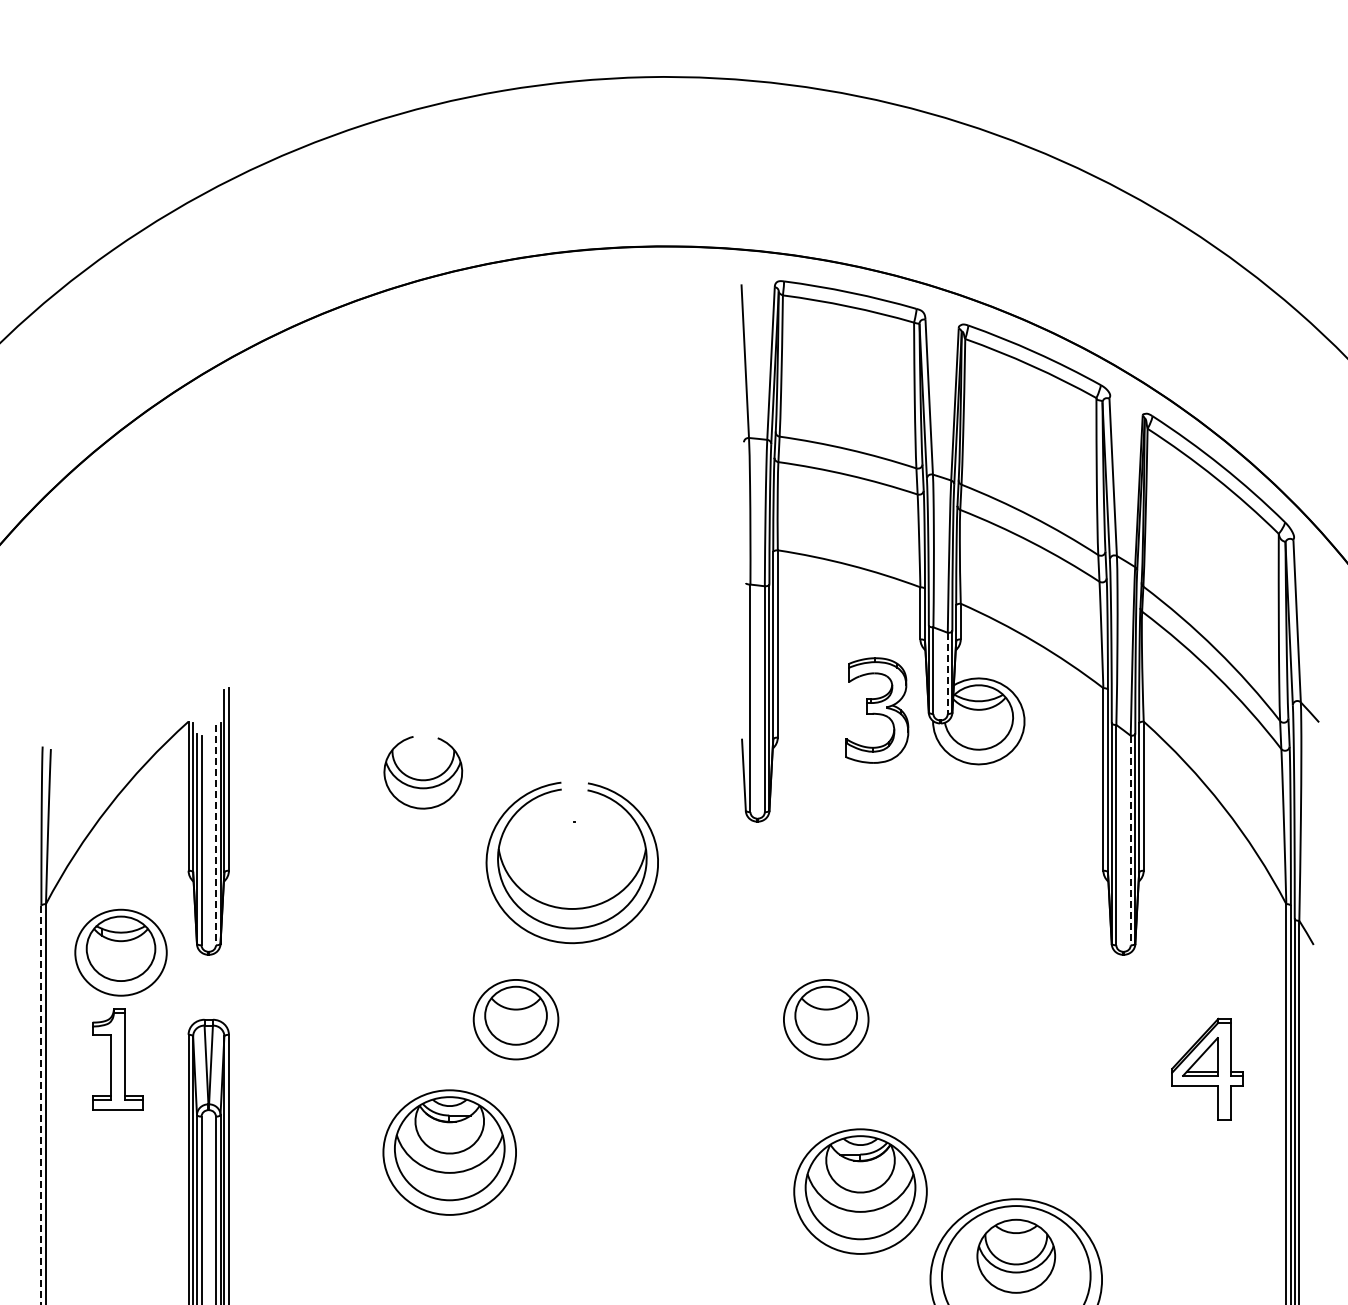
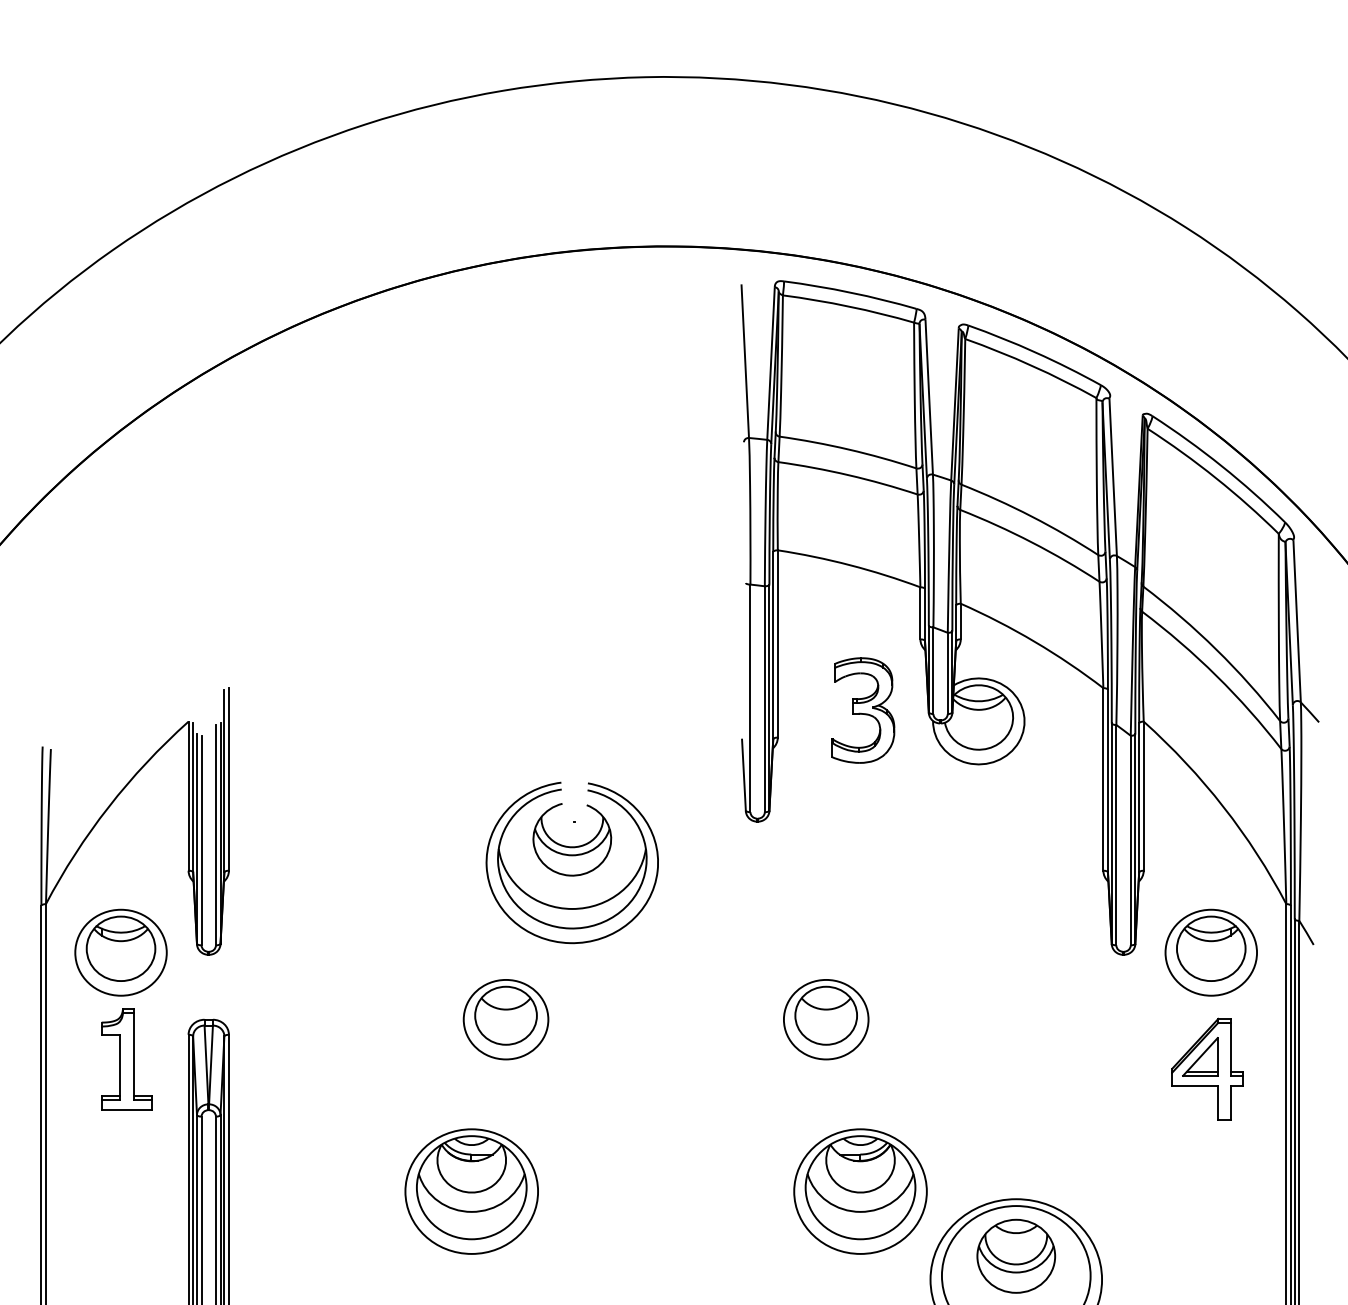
line at (947, 673): dashed -> solid
part at (877, 710) position: (877, 710) -> (863, 710)
part at (423, 779) position: (423, 779) -> (572, 846)
line at (215, 835): dashed -> solid
line at (1130, 840): dashed -> solid
part at (1210, 952): none -> present
part at (515, 1019) position: (515, 1019) -> (505, 1019)
part at (117, 1059) position: (117, 1059) -> (126, 1059)
line at (41, 1105): dashed -> solid
part at (449, 1152) position: (449, 1152) -> (471, 1191)
